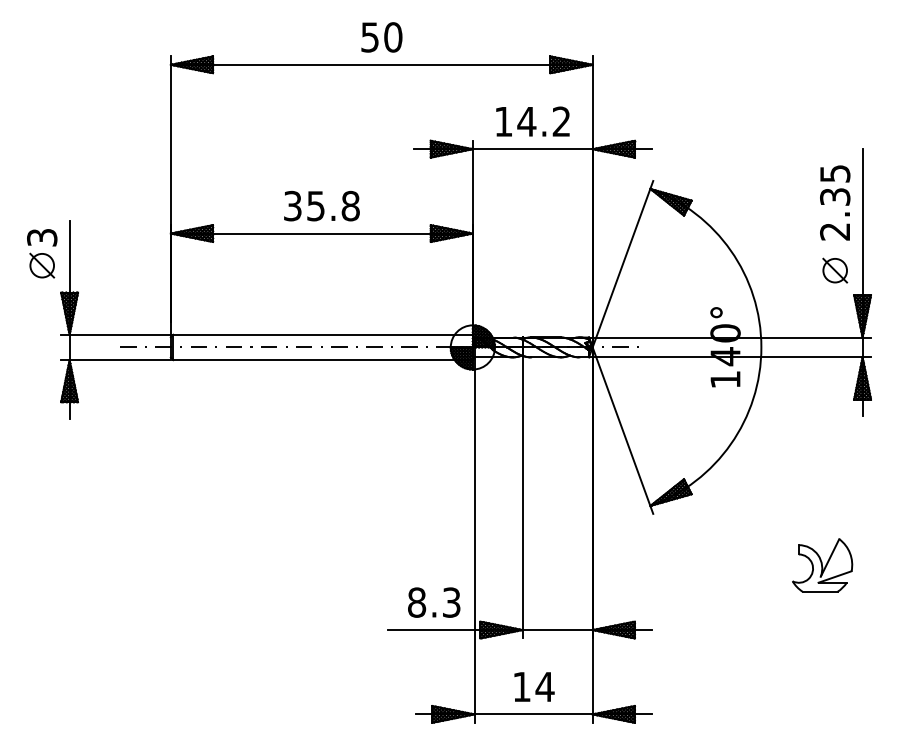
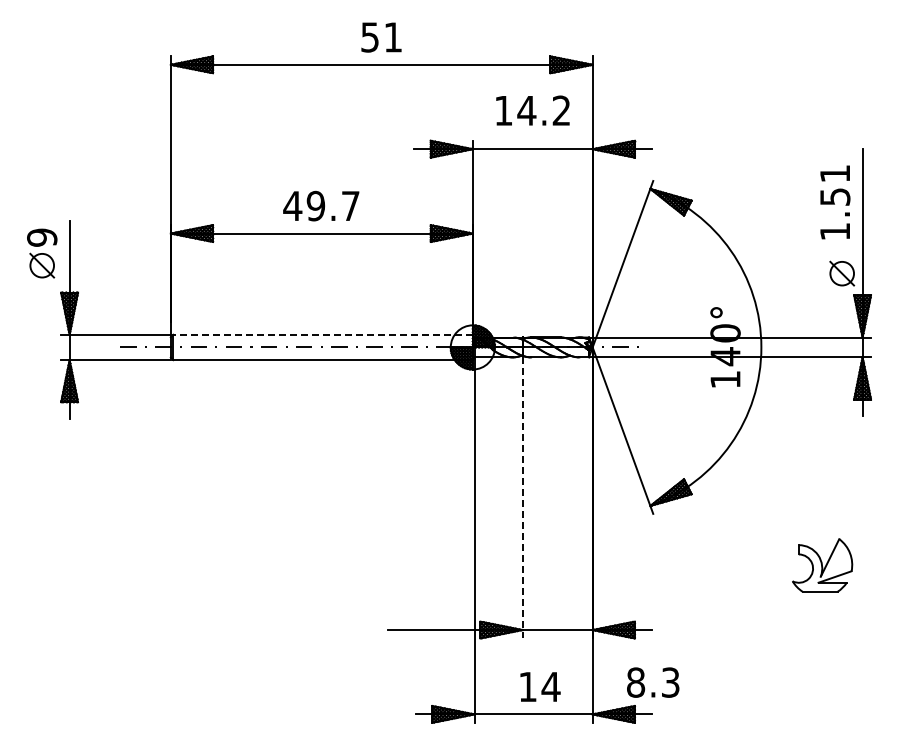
text at (393, 37): 50 -> 51
text at (532, 121) position: (532, 121) -> (532, 110)
text at (835, 202): 2.35 -> 1.51
text at (321, 205): 35.8 -> 49.7
text at (42, 237): 3 -> 9
part at (835, 270) position: (835, 270) -> (842, 273)
line at (323, 334): solid -> dashed
line at (522, 497): solid -> dashed
text at (434, 602) position: (434, 602) -> (653, 682)
text at (534, 686) position: (534, 686) -> (540, 686)
